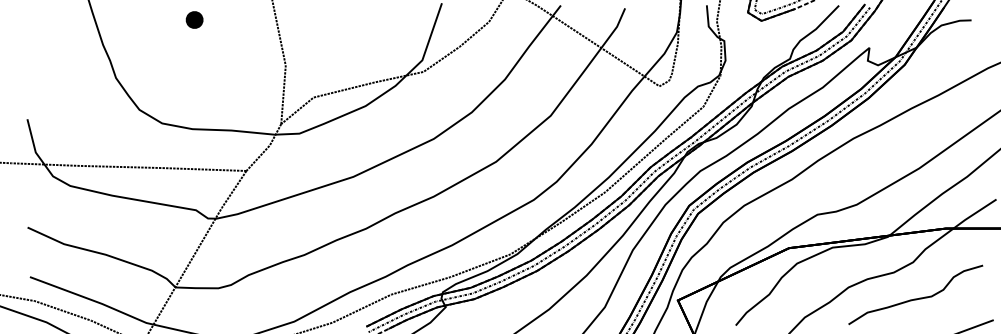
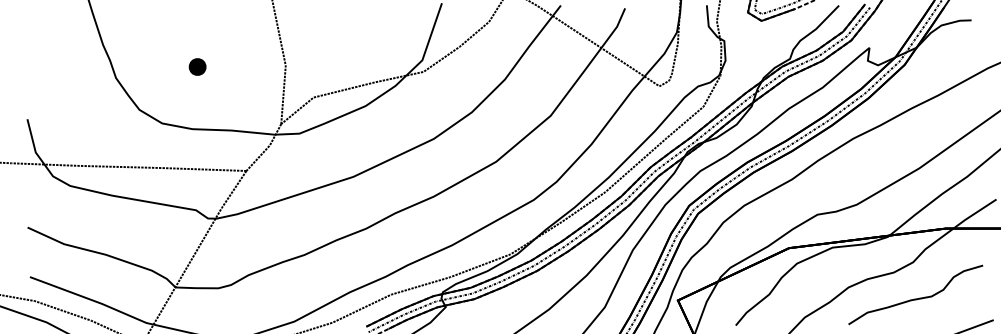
part at (194, 19) position: (194, 19) -> (197, 66)
